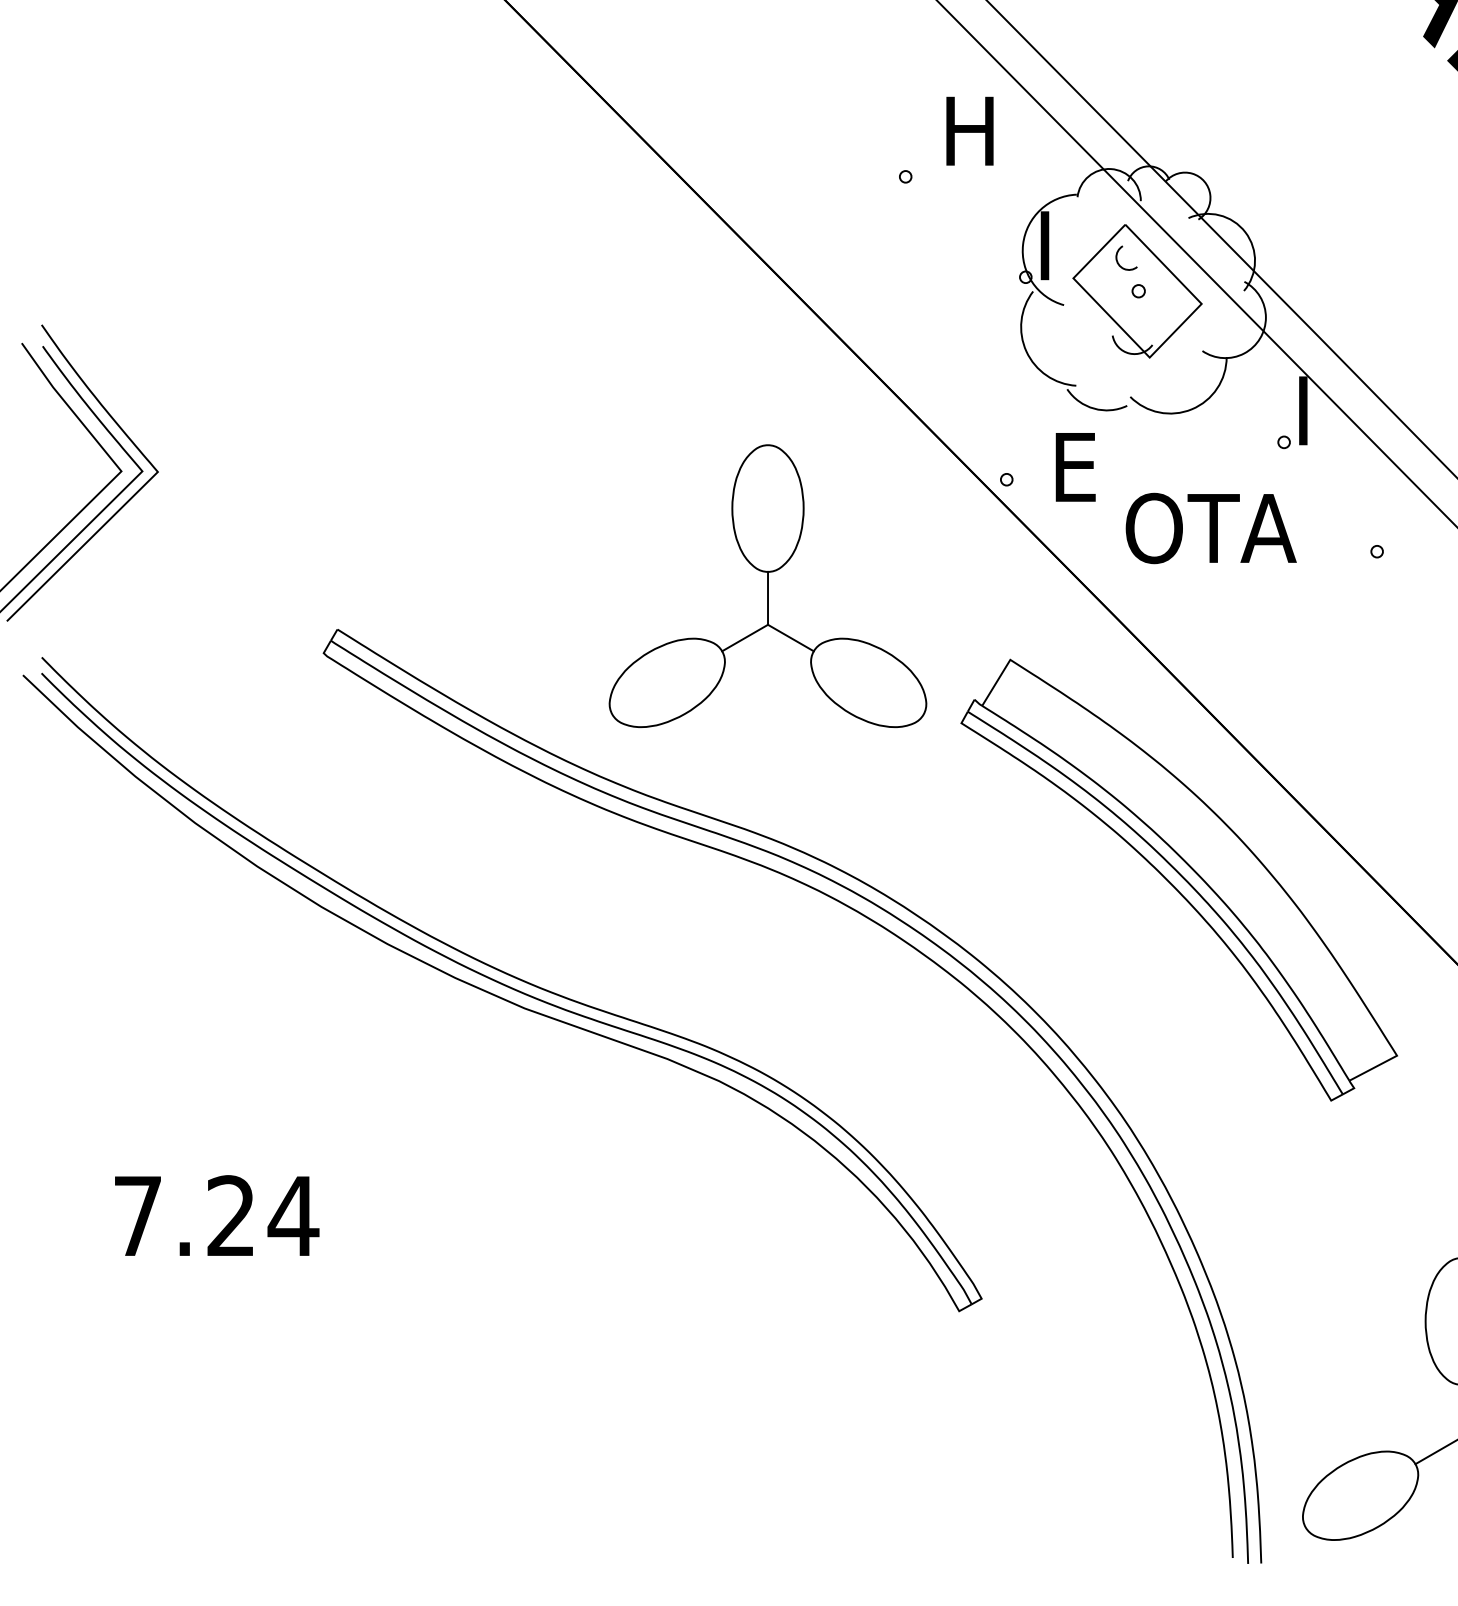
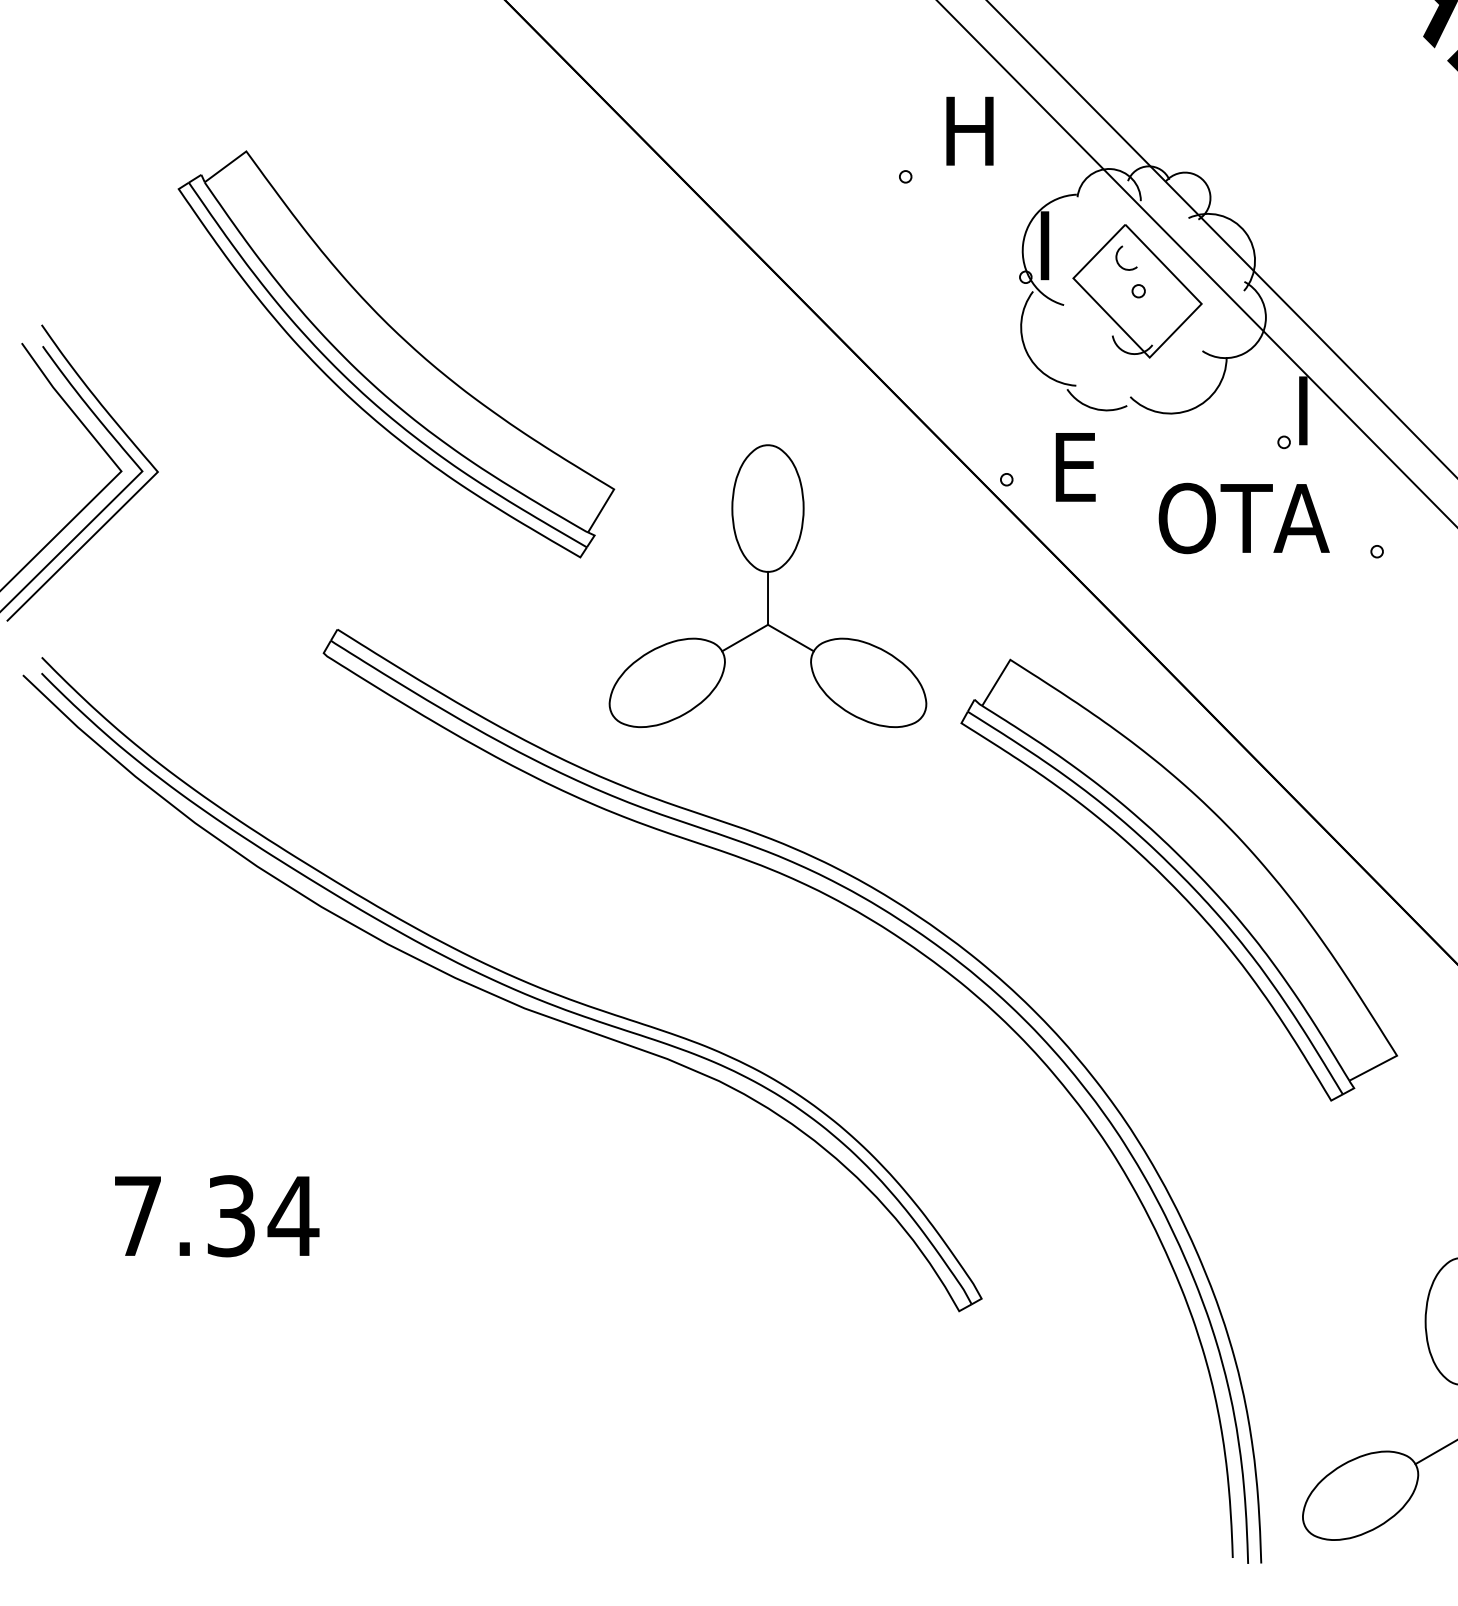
part at (396, 354): none -> present
text at (1210, 528) position: (1210, 528) -> (1243, 518)
text at (230, 1216): 7.24 -> 7.34
